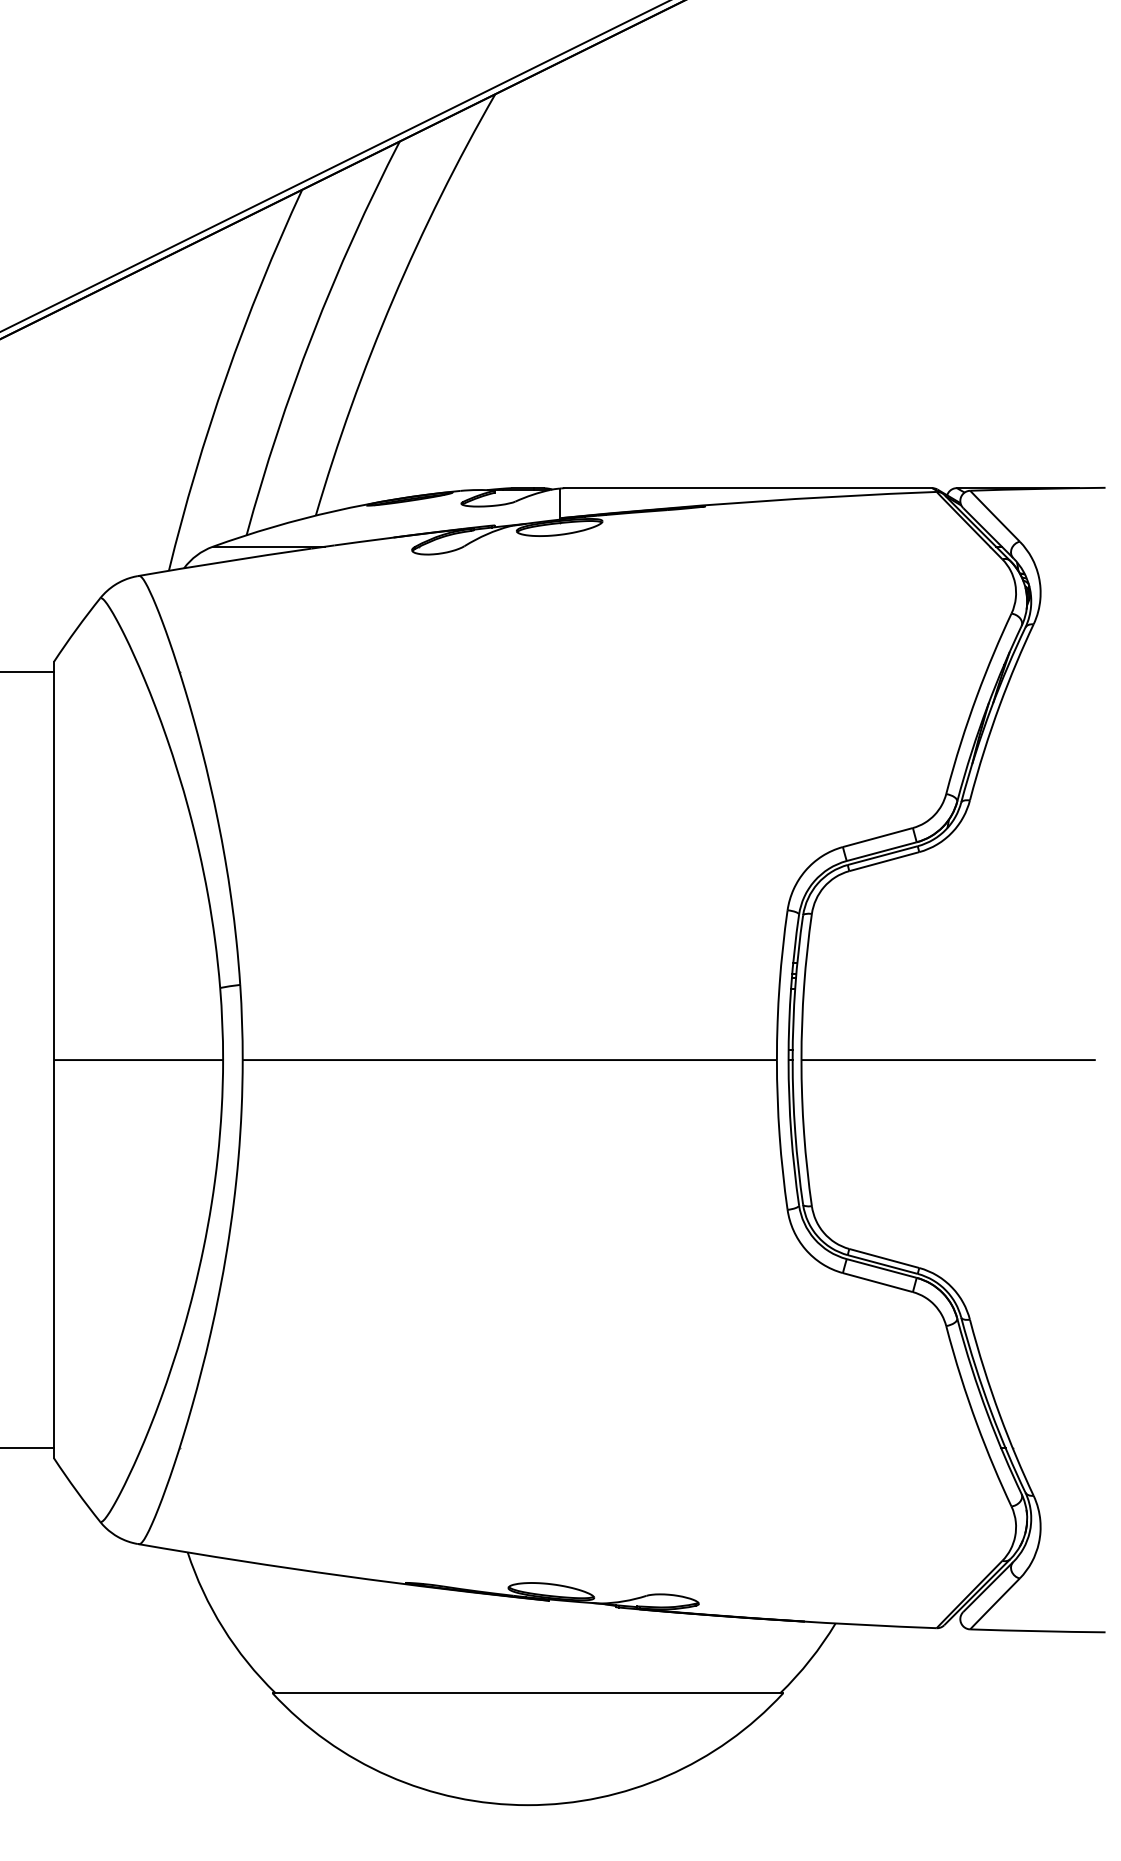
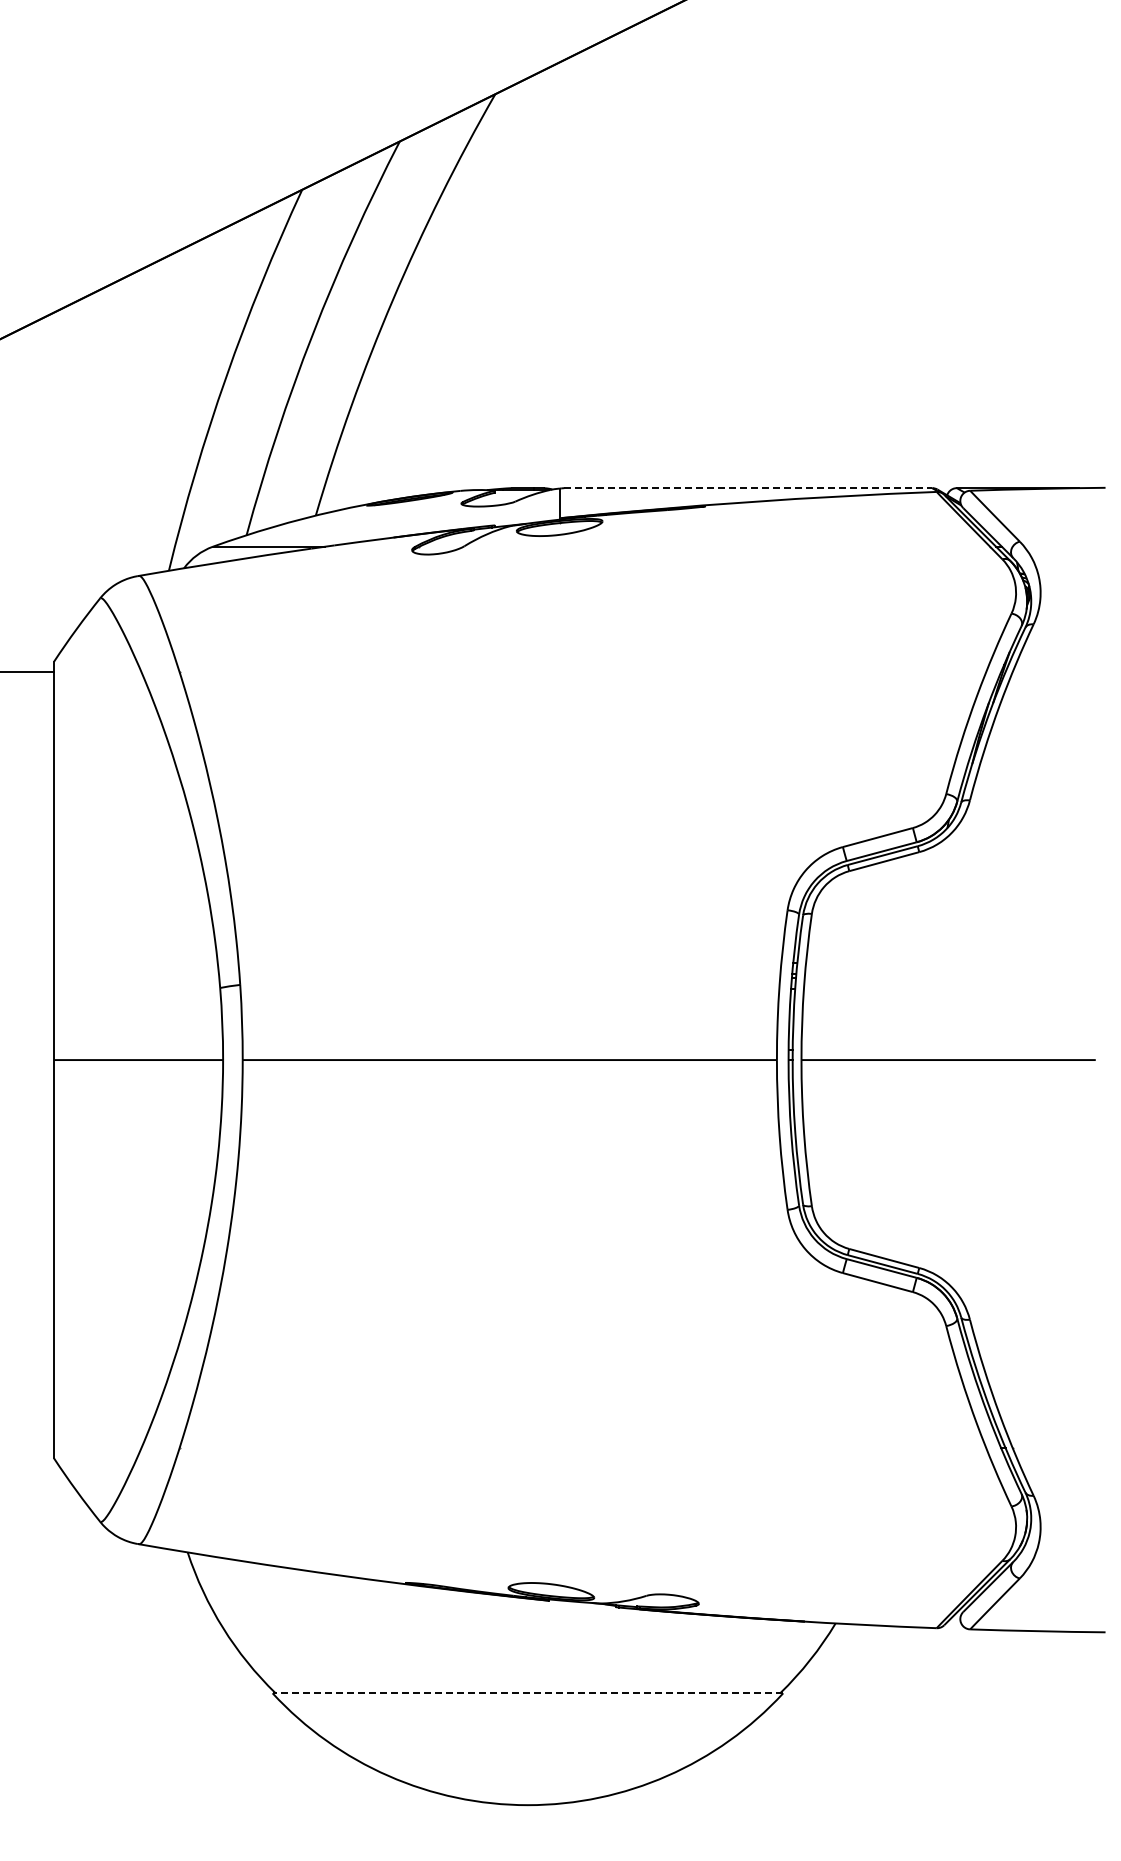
line at (334, 166): present -> none
line at (748, 488): solid -> dashed
line at (28, 1448): present -> none
line at (527, 1693): solid -> dashed
